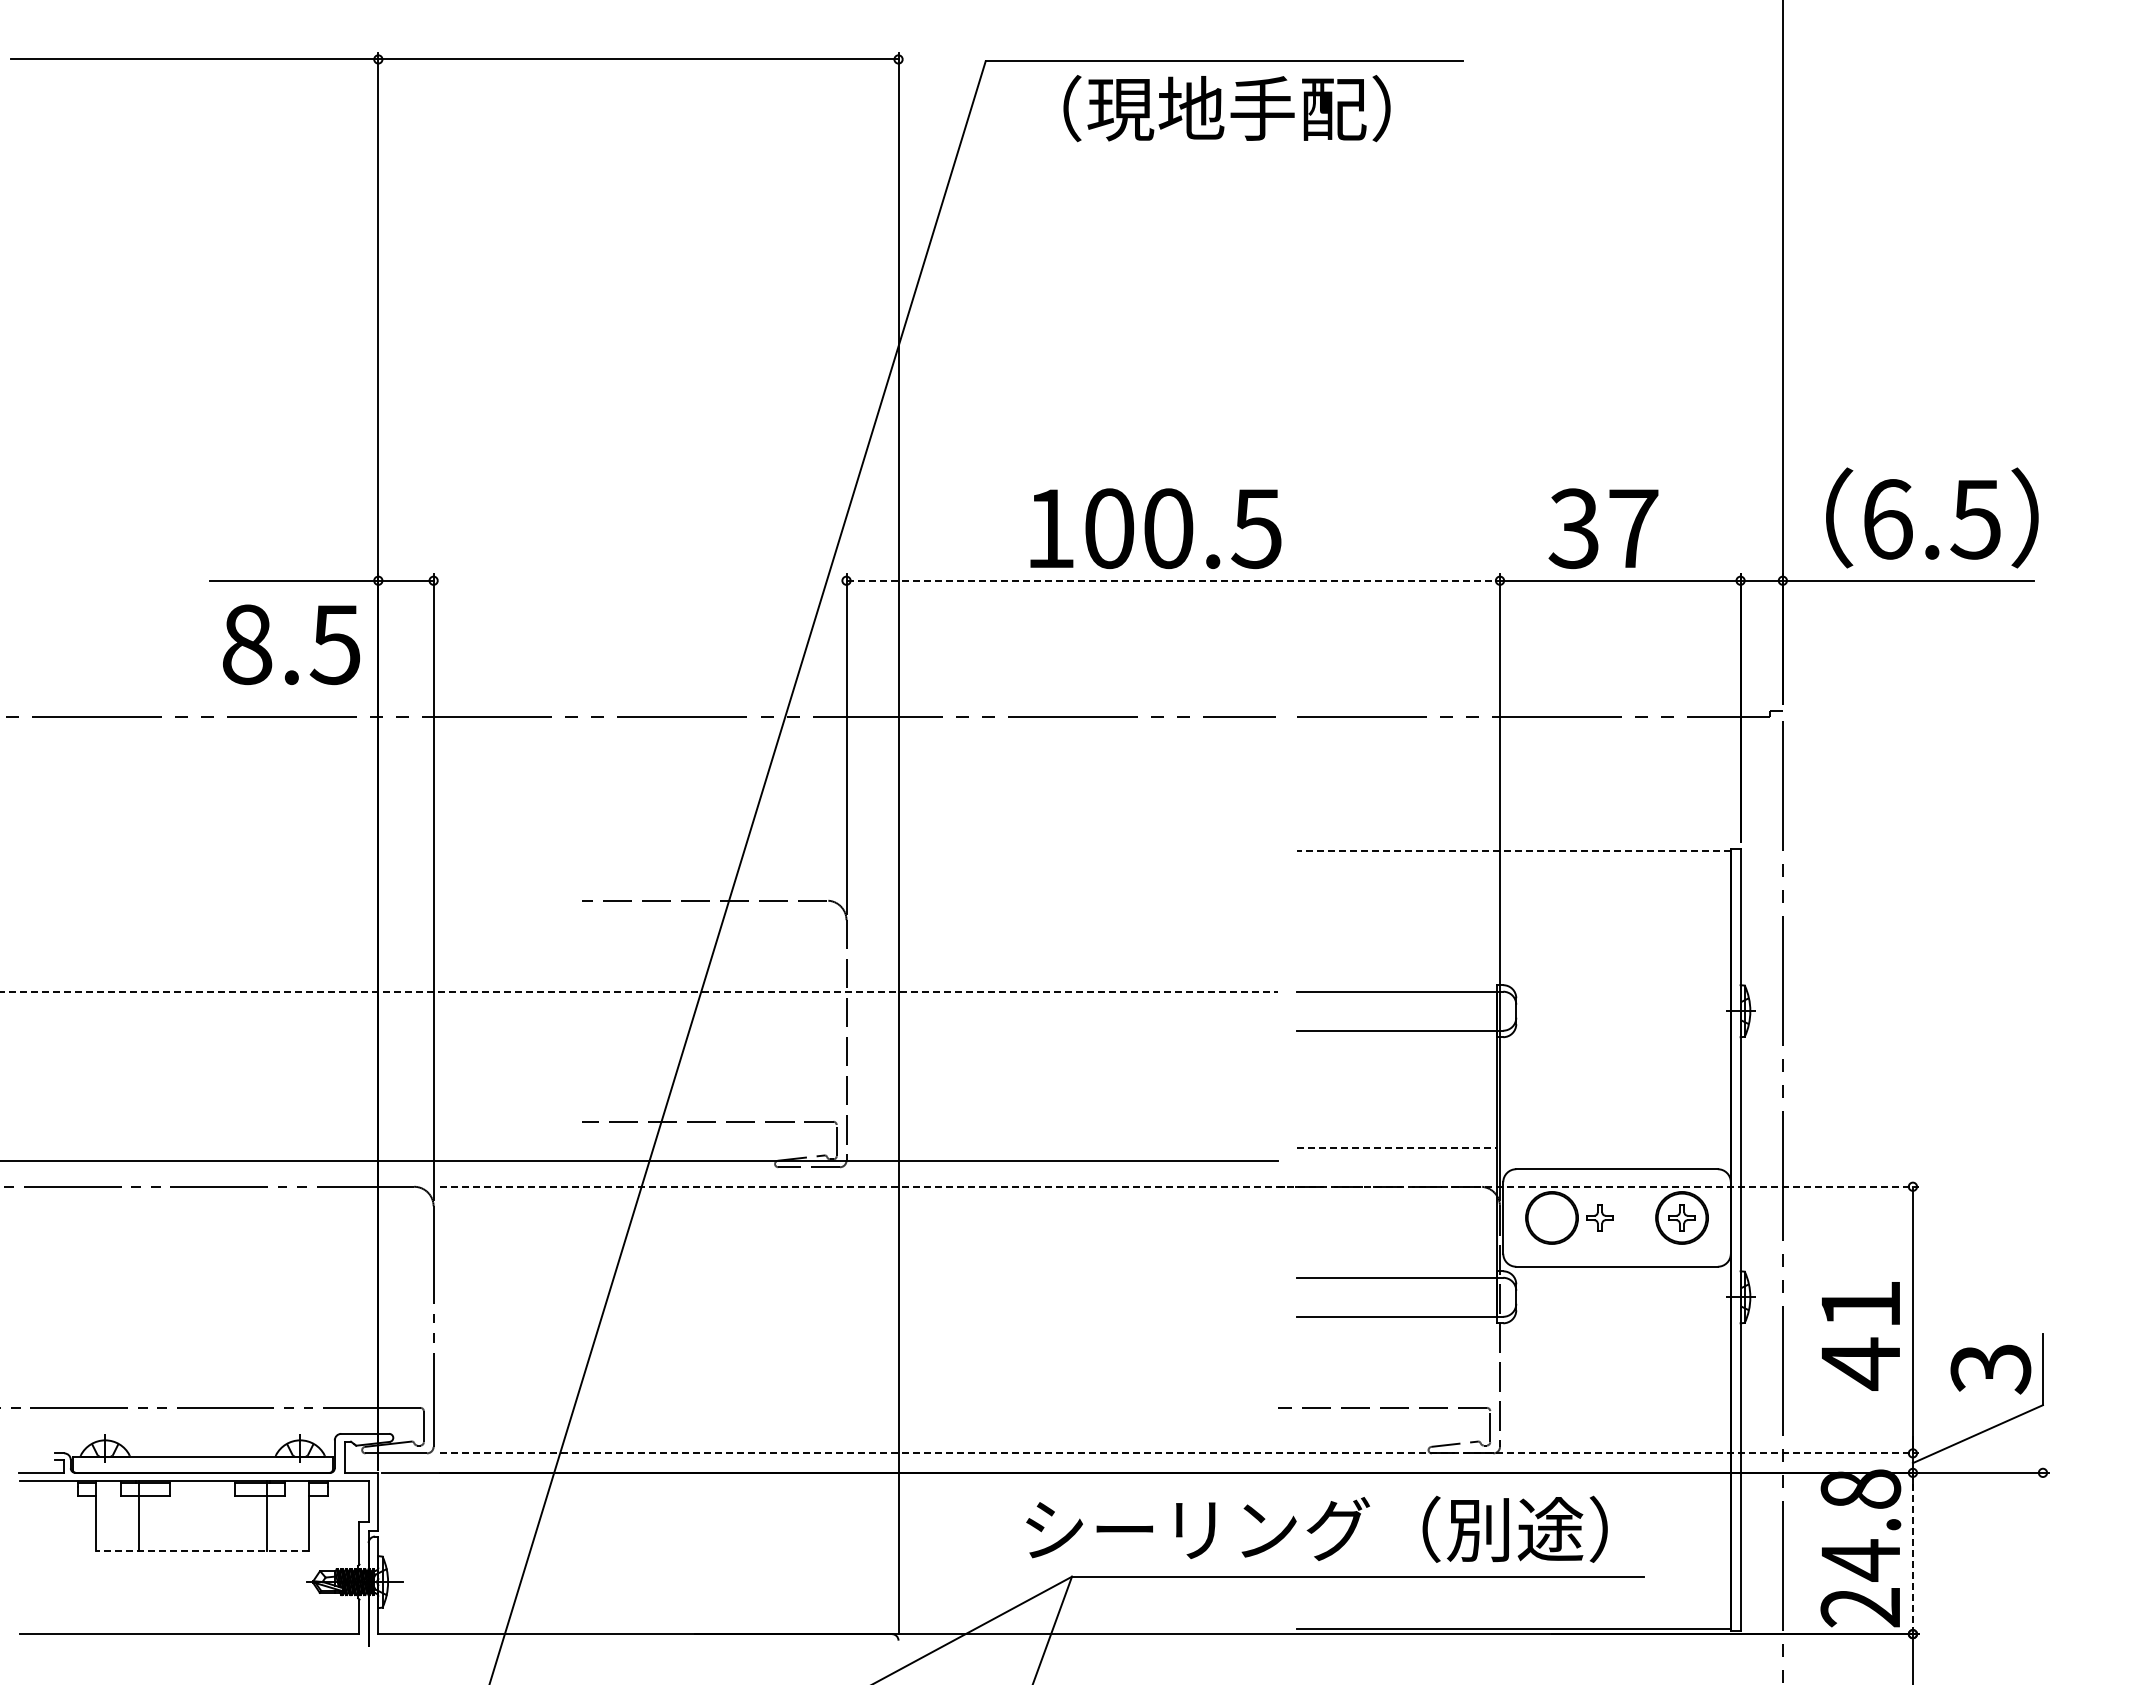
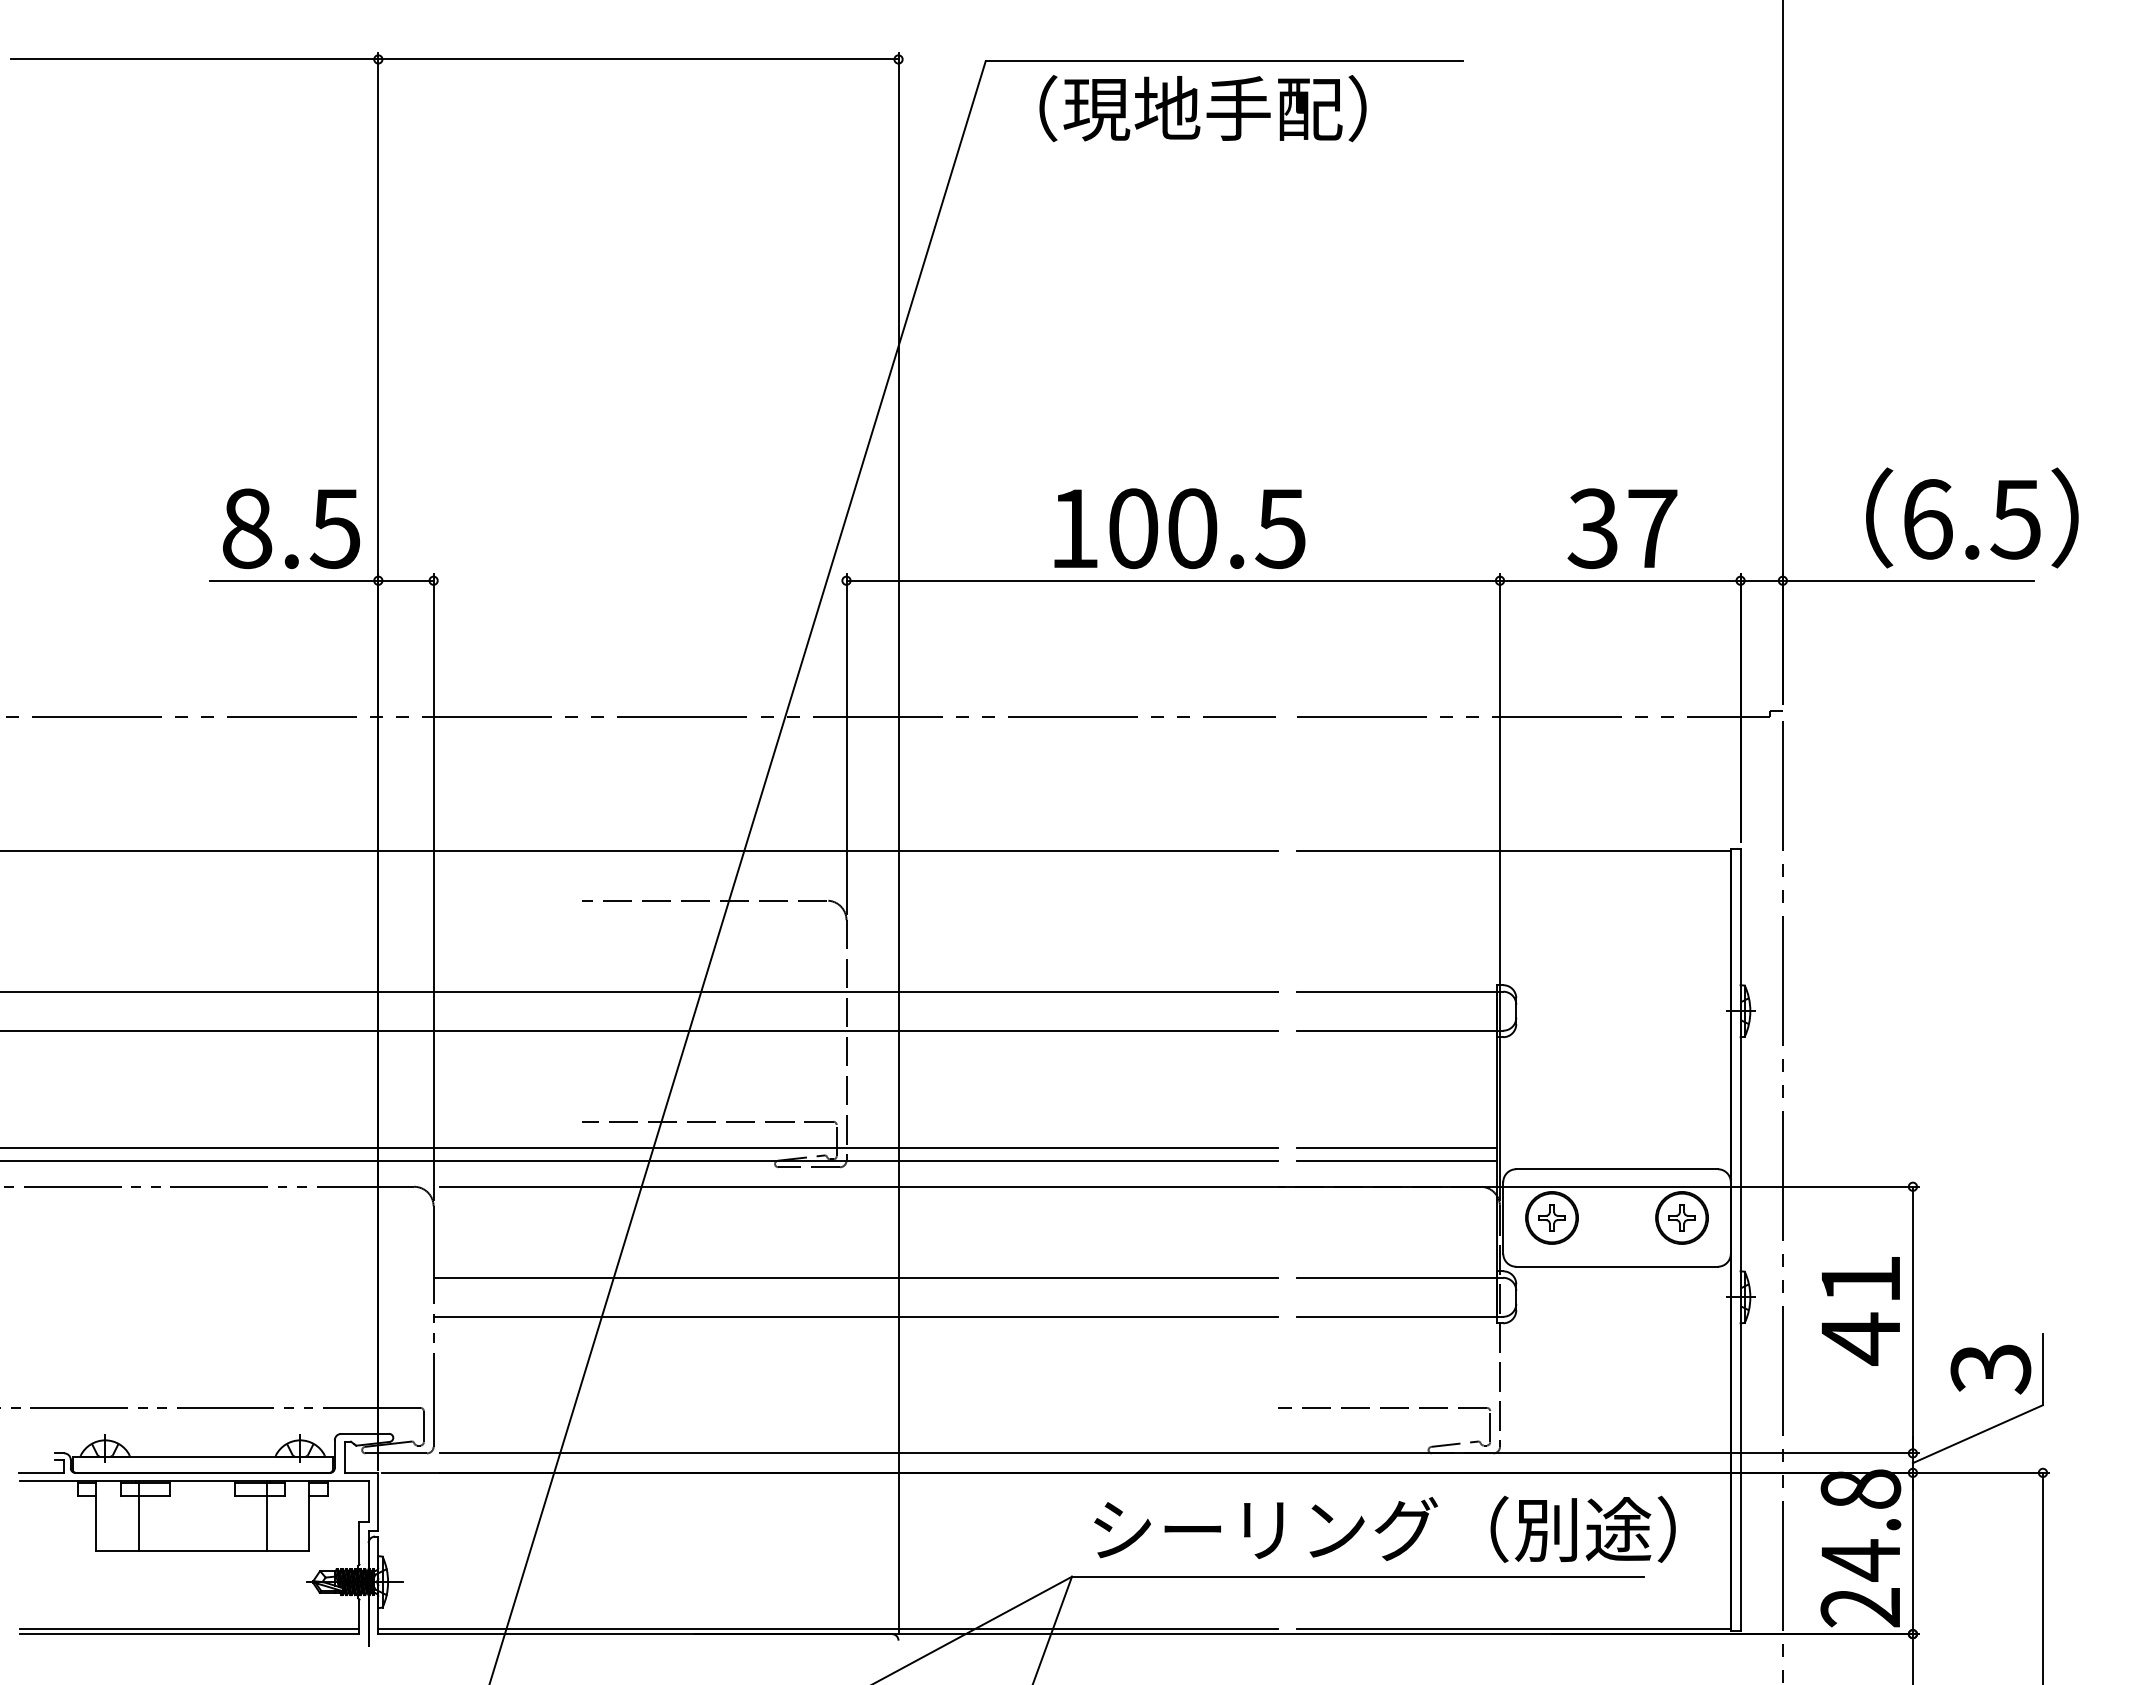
text at (1226, 108) position: (1226, 108) -> (1202, 108)
text at (1932, 517) position: (1932, 517) -> (1972, 517)
text at (1155, 528) position: (1155, 528) -> (1179, 528)
text at (1603, 528) position: (1603, 528) -> (1622, 528)
line at (1173, 580): dashed -> solid
text at (291, 644) position: (291, 644) -> (291, 528)
line at (639, 850): none -> present
line at (1514, 850): dashed -> solid
line at (639, 991): dashed -> solid
line at (639, 1030): none -> present
line at (639, 1147): none -> present
line at (1397, 1147): dashed -> solid
line at (1396, 1160): none -> present
line at (1179, 1186): dashed -> solid
part at (1599, 1217) position: (1599, 1217) -> (1551, 1217)
line at (855, 1277): none -> present
line at (855, 1316): none -> present
text at (1860, 1336) position: (1860, 1336) -> (1860, 1311)
line at (1179, 1453): dashed -> solid
text at (1316, 1528) position: (1316, 1528) -> (1384, 1528)
line at (202, 1550): dashed -> solid
line at (1912, 1553): dashed -> solid
line at (2042, 1576): none -> present
line at (189, 1628): none -> present
line at (827, 1628): none -> present
